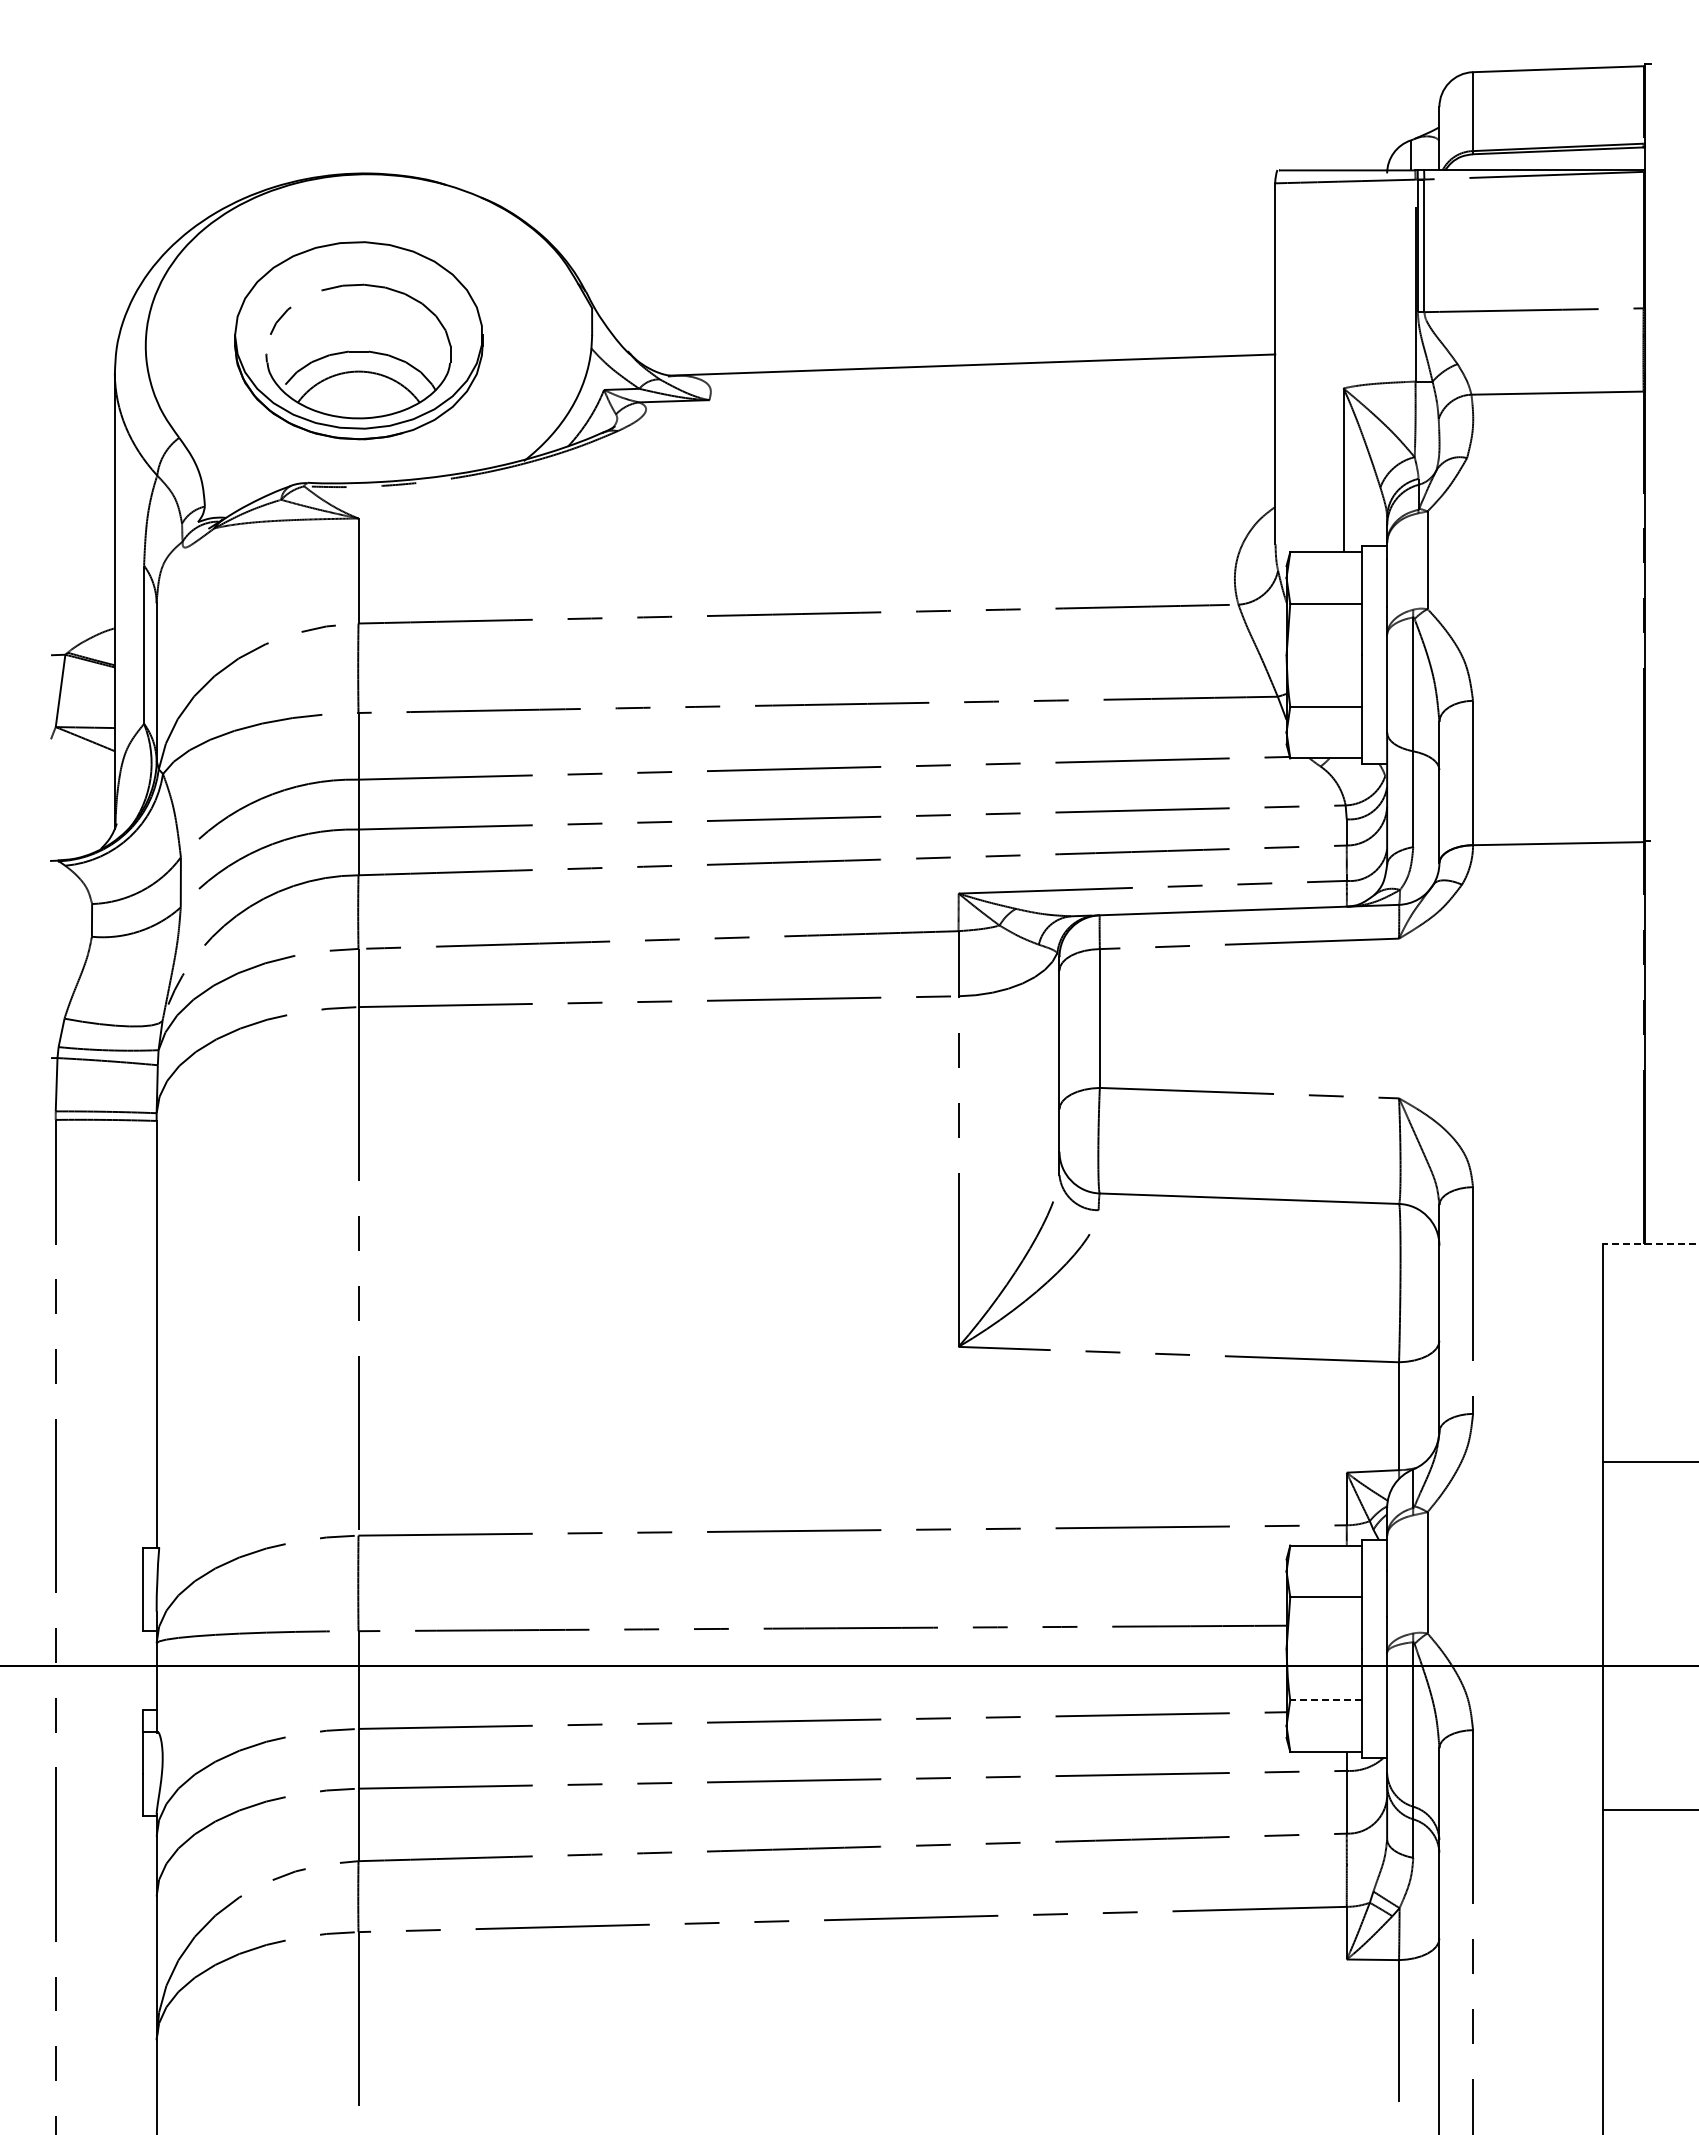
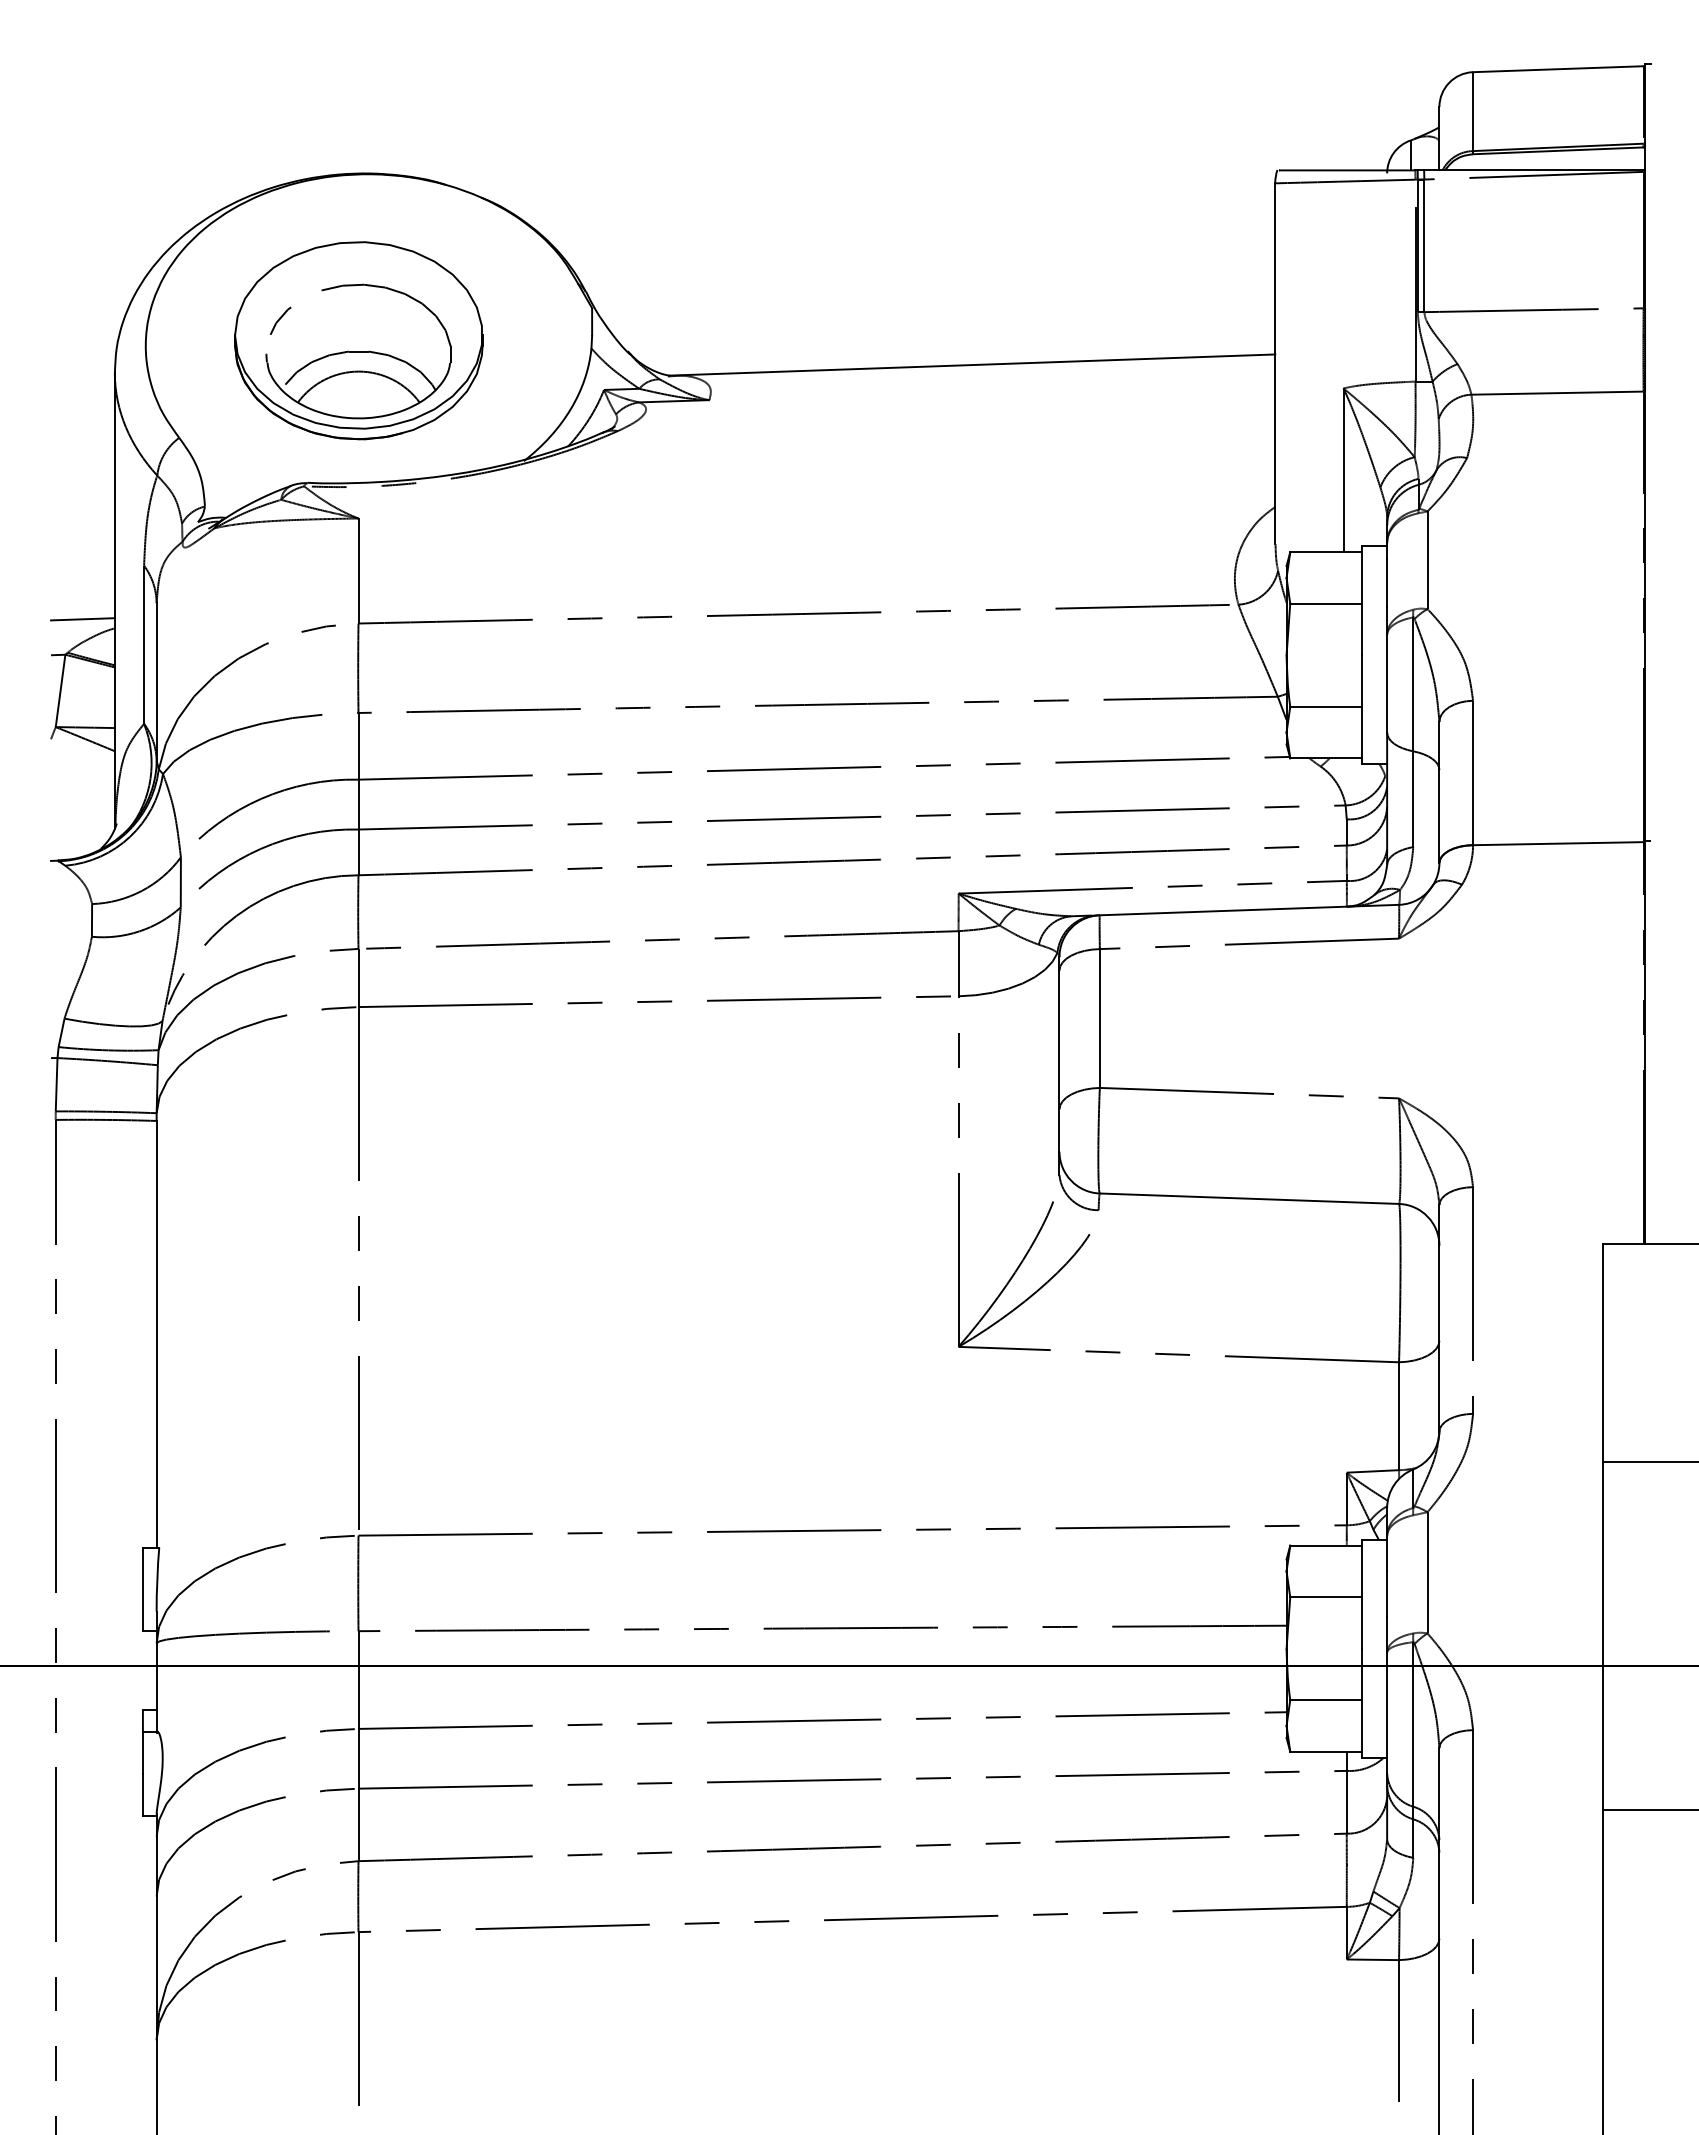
line at (82, 619): none -> present
line at (1650, 1243): dashed -> solid
line at (1326, 1700): dashed -> solid
